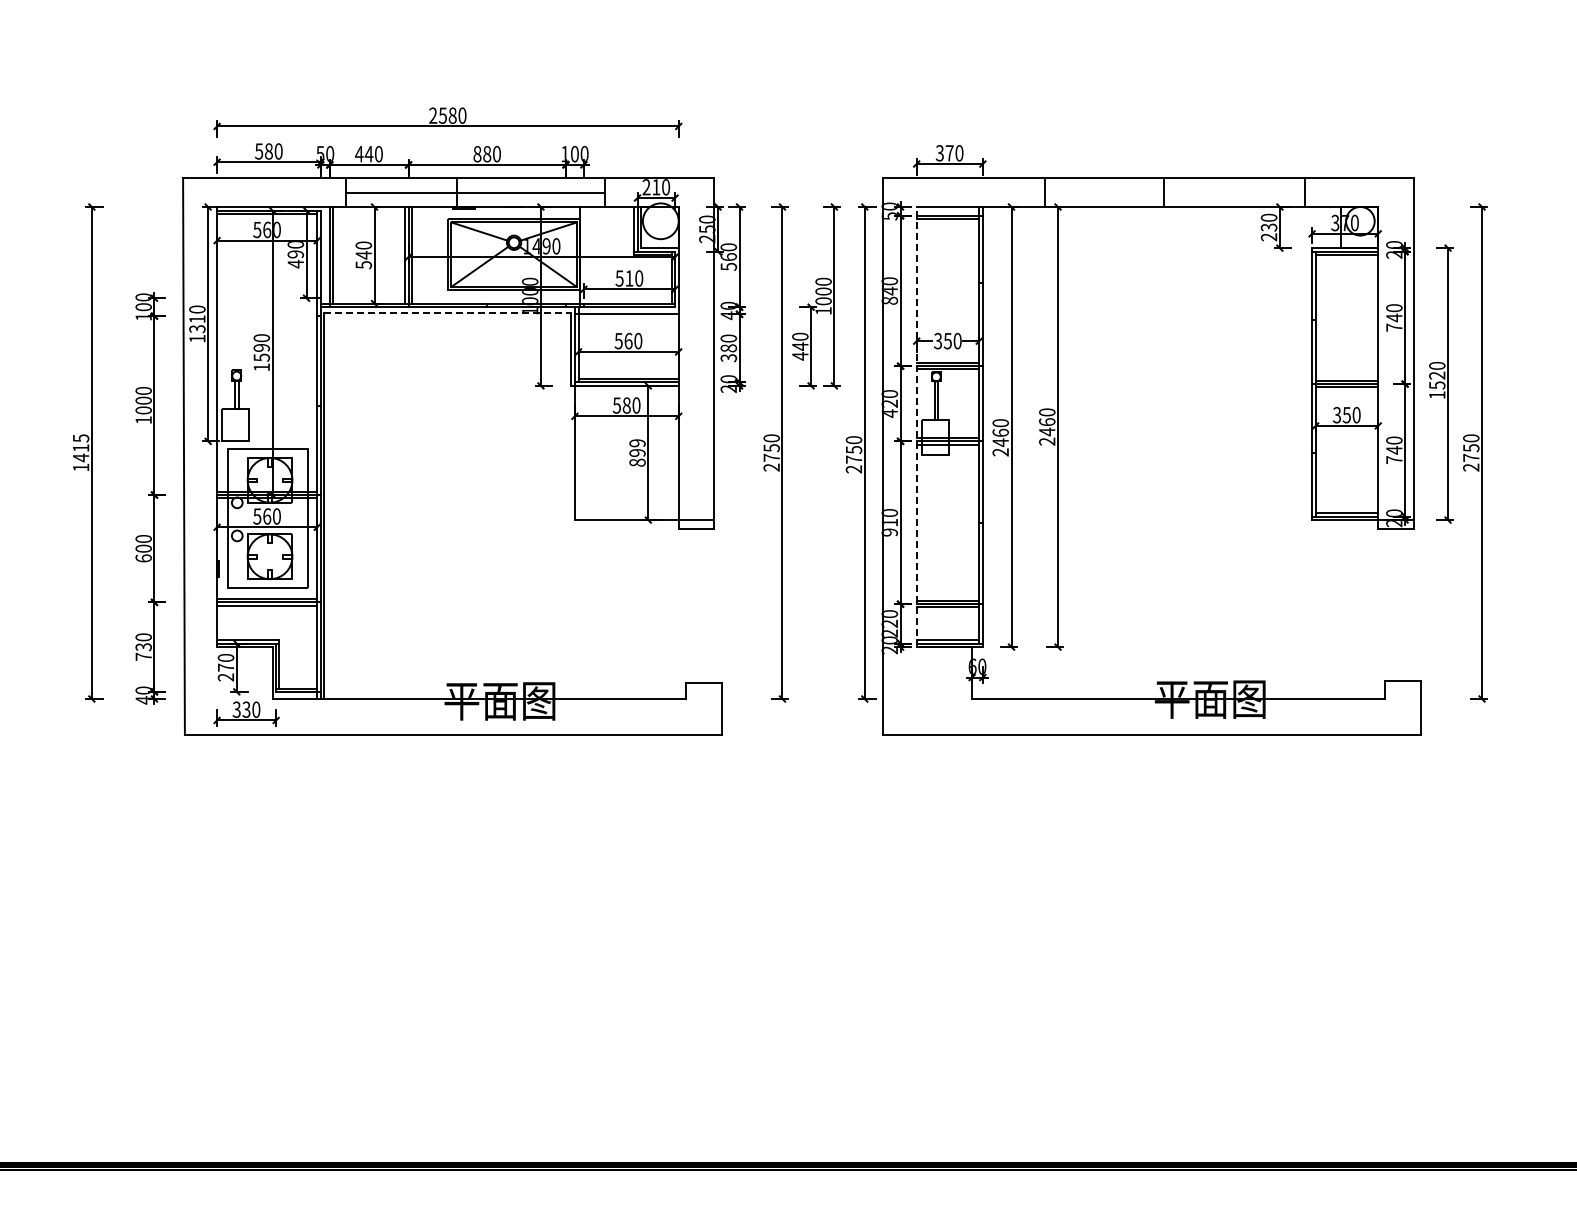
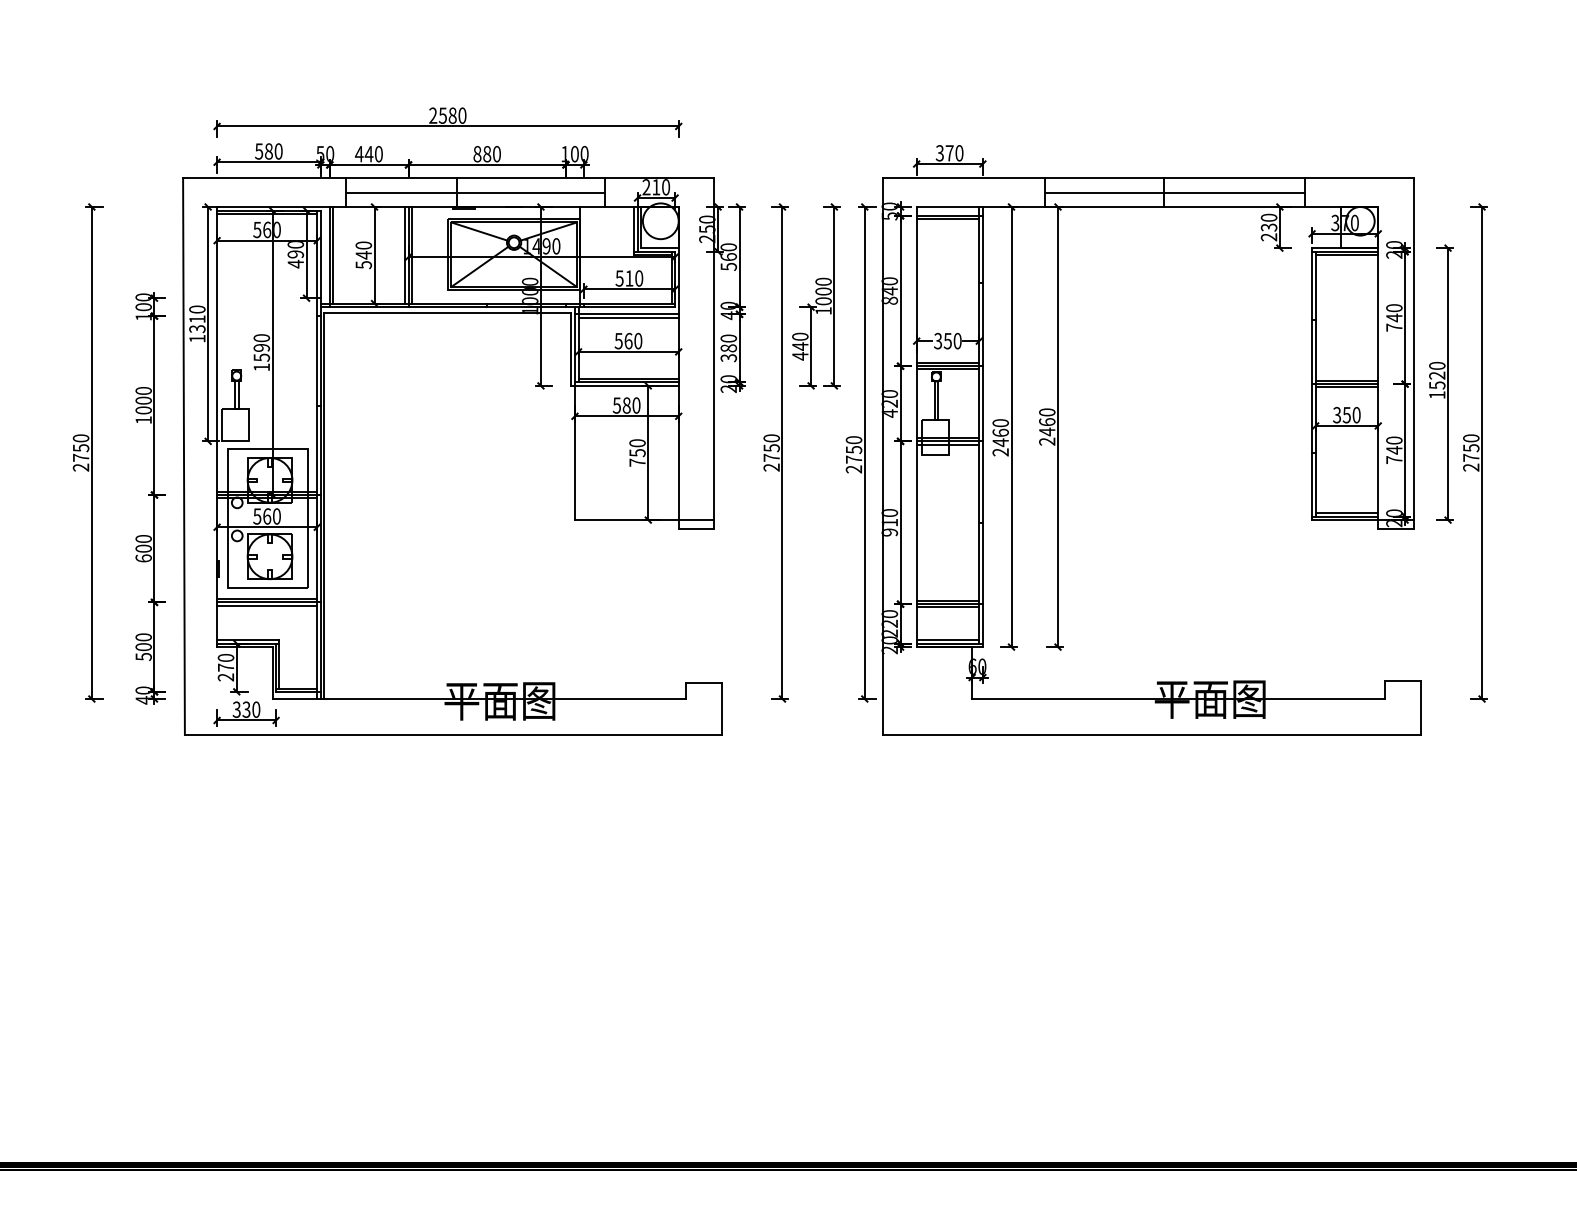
line at (1174, 192): none -> present
line at (448, 312): dashed -> solid
line at (628, 317): none -> present
line at (916, 426): dashed -> solid
text at (80, 452): 1415 -> 2750
text at (637, 452): 899 -> 750
text at (143, 651): 730 -> 500
